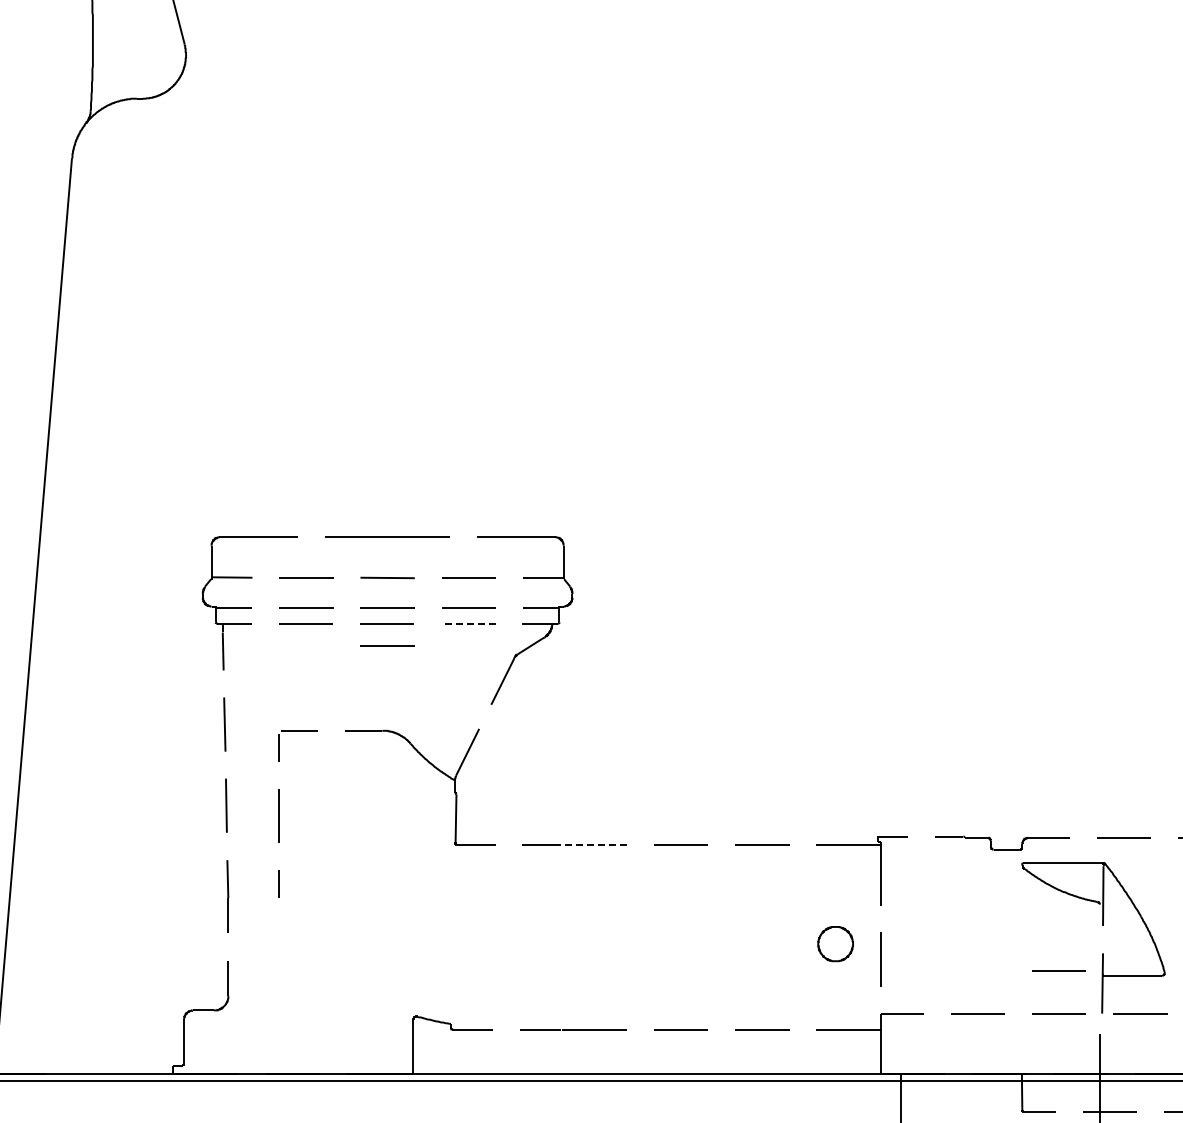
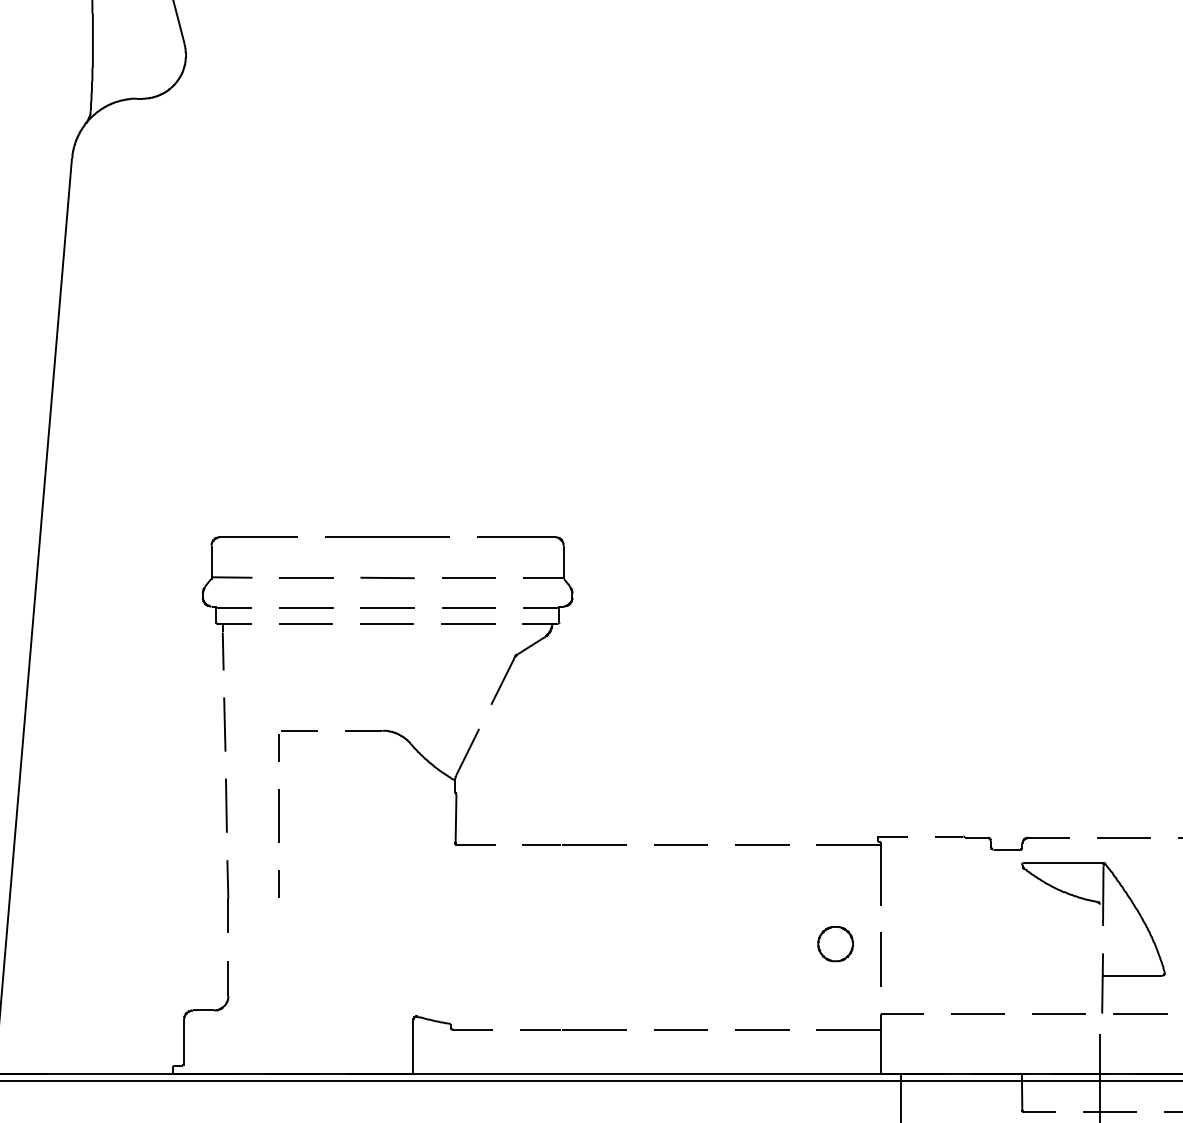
line at (467, 623): dashed -> solid
line at (387, 645): present -> none
line at (594, 844): dashed -> solid
line at (1058, 970): present -> none
